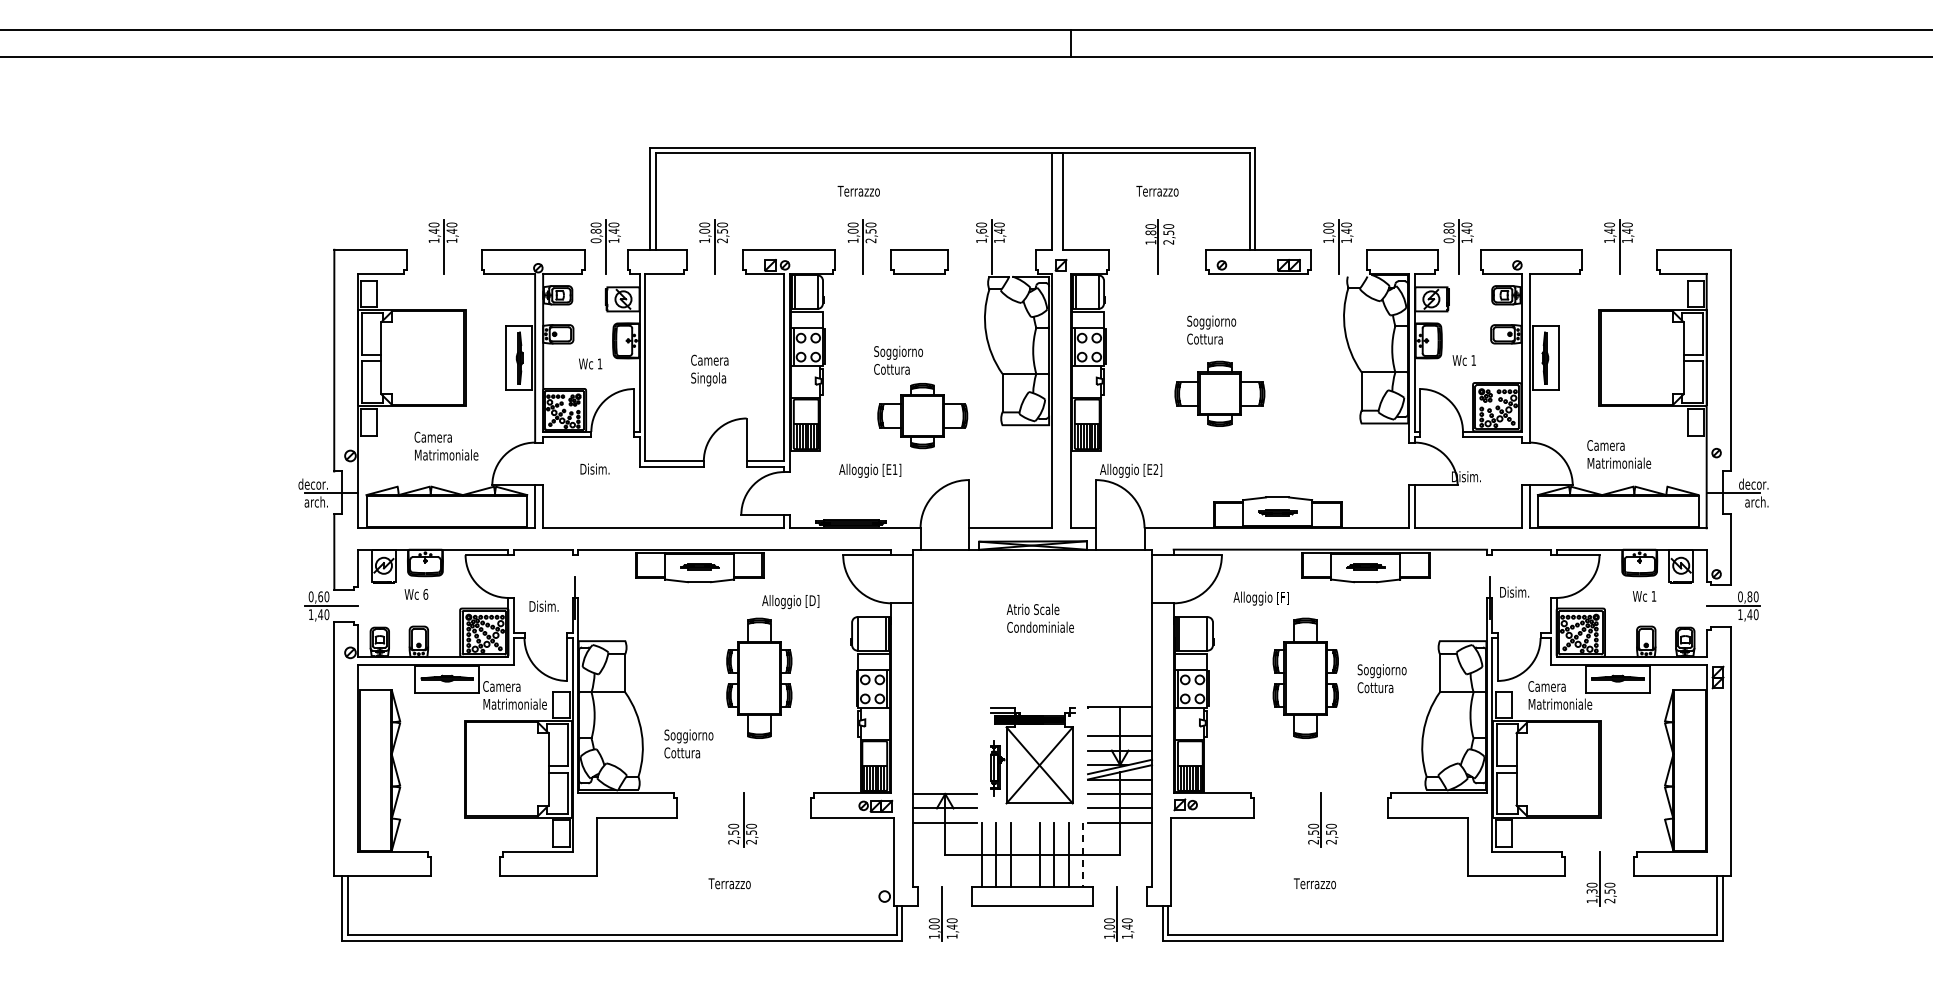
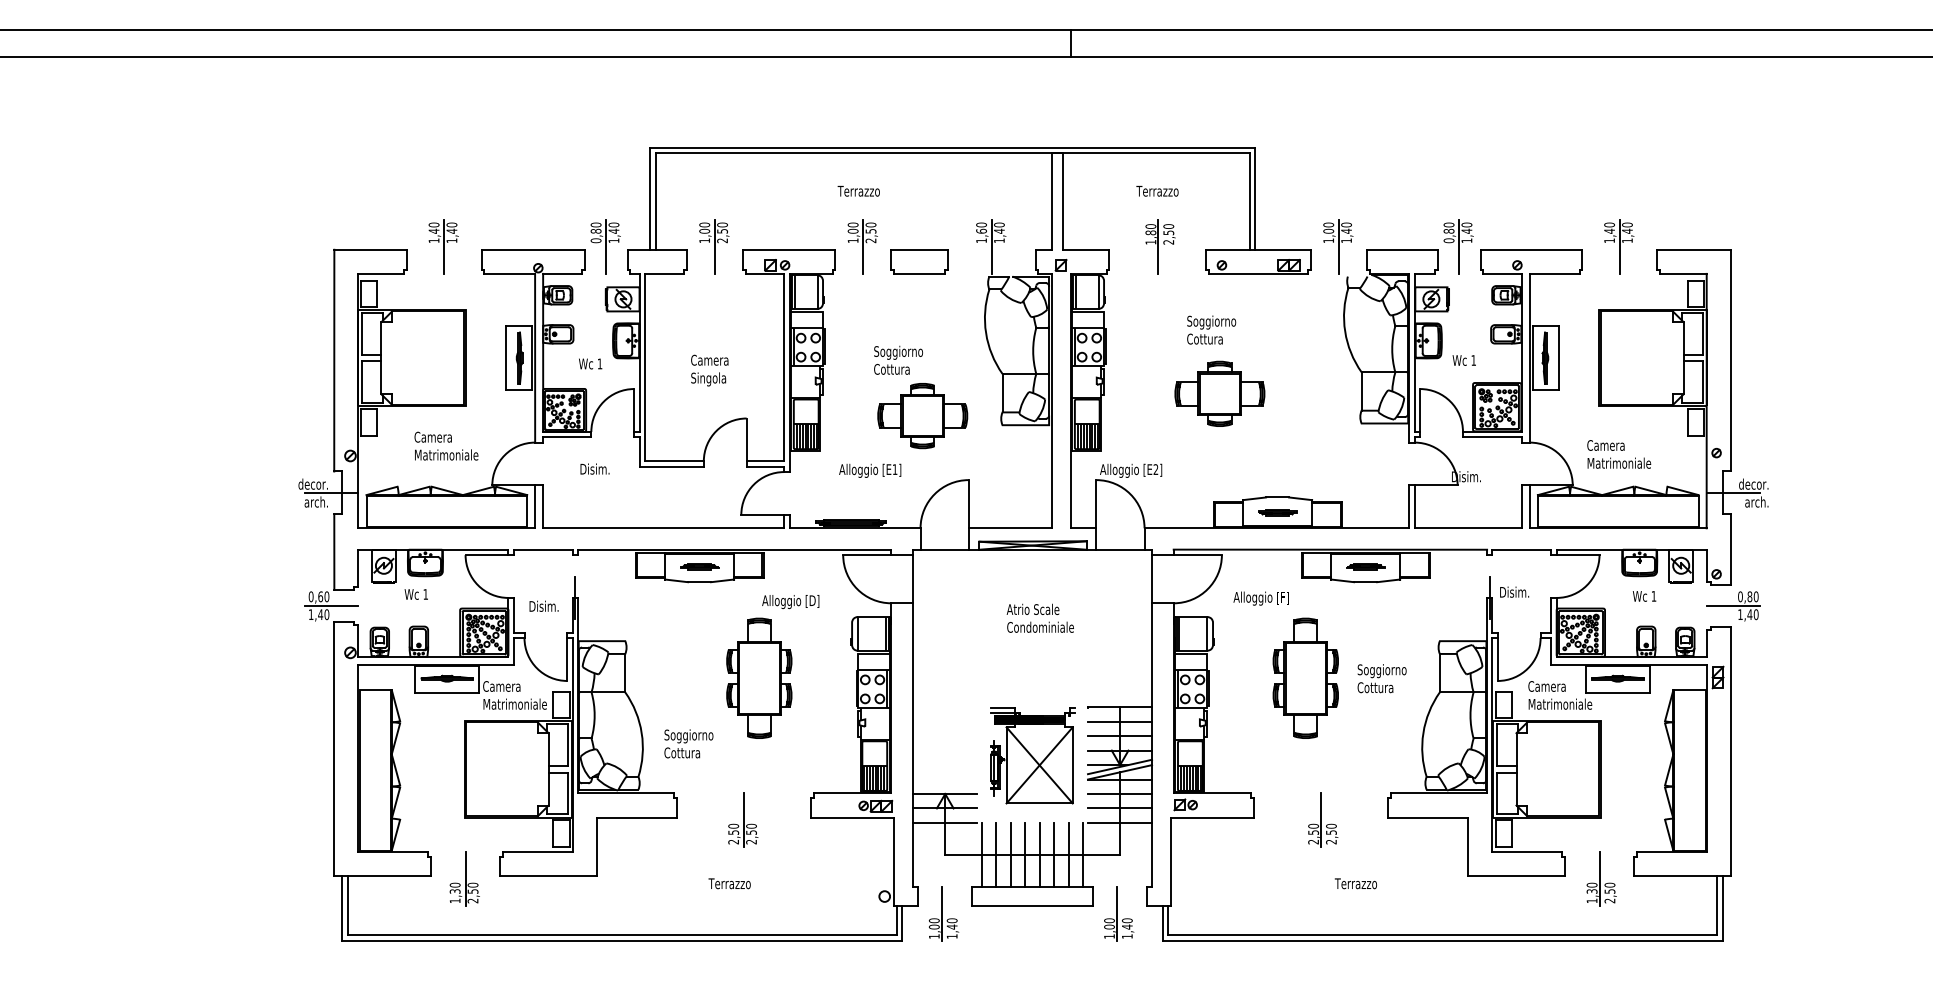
text at (425, 594): 6 -> 1
line at (1119, 721): none -> present
line at (1025, 854): none -> present
line at (1083, 855): dashed -> solid
part at (464, 878): none -> present
text at (1314, 883) position: (1314, 883) -> (1355, 883)
